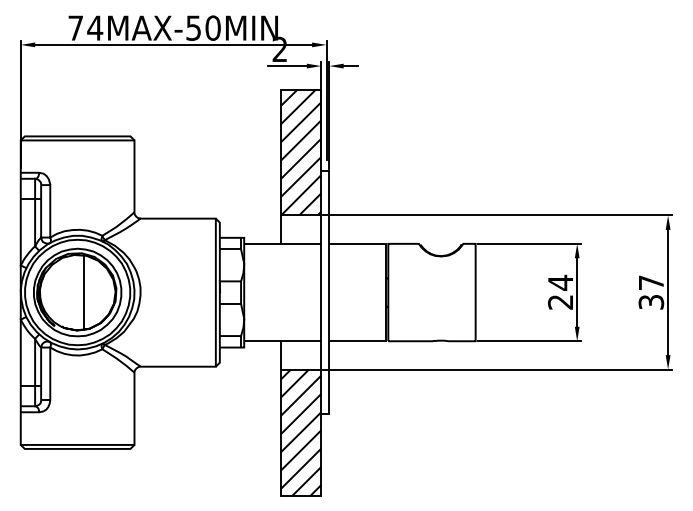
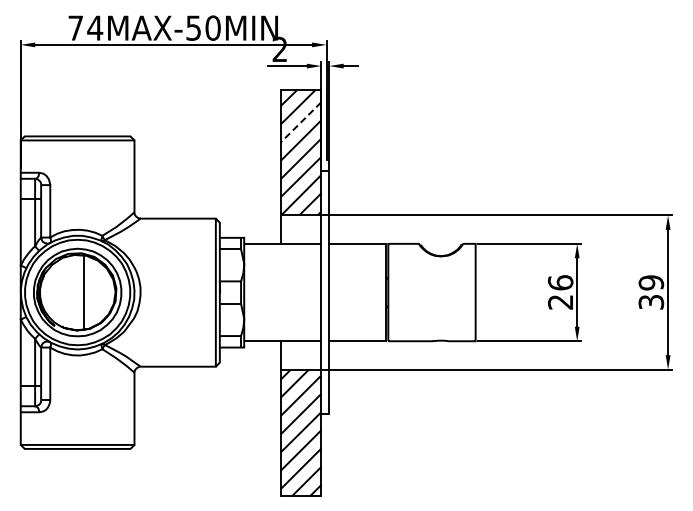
line at (300, 122): solid -> dashed
text at (560, 282): 24 -> 26
text at (651, 282): 37 -> 39
